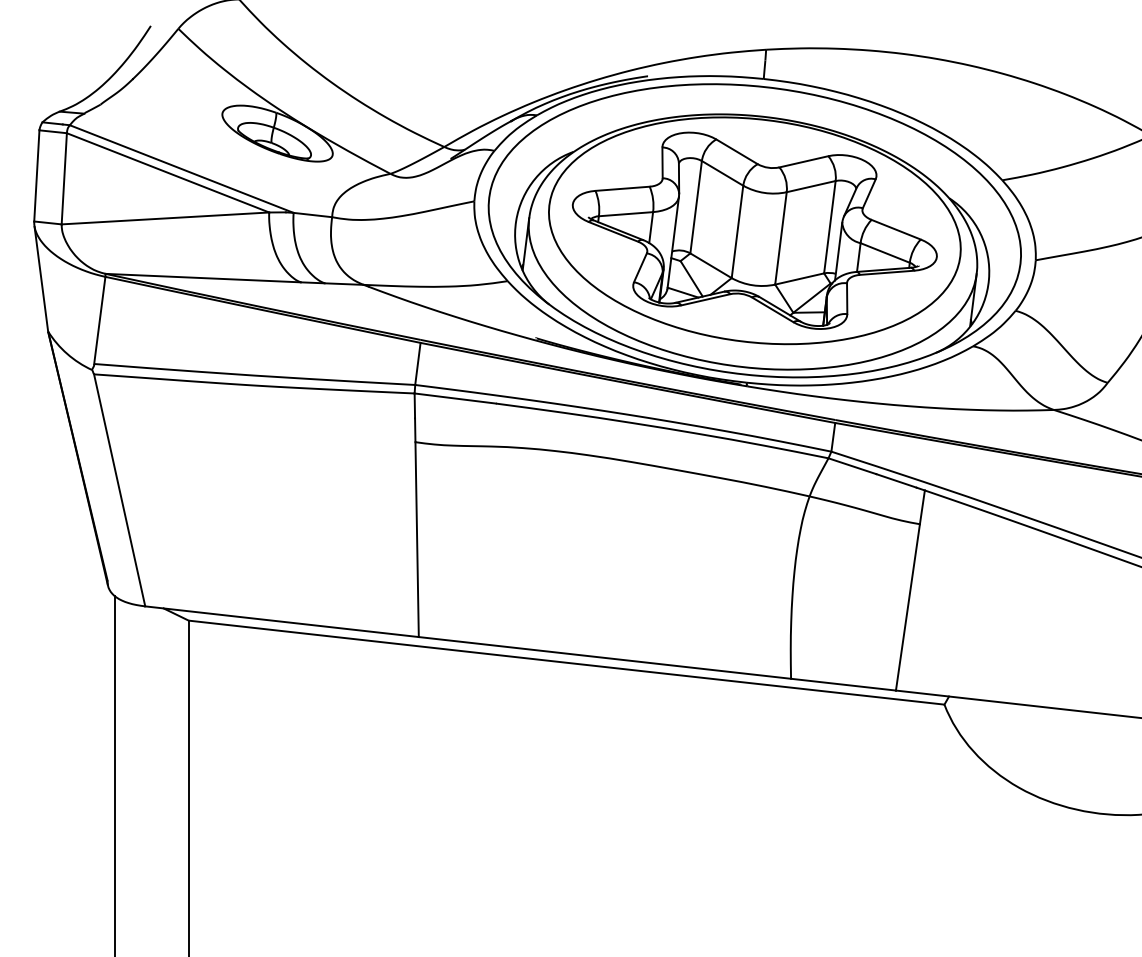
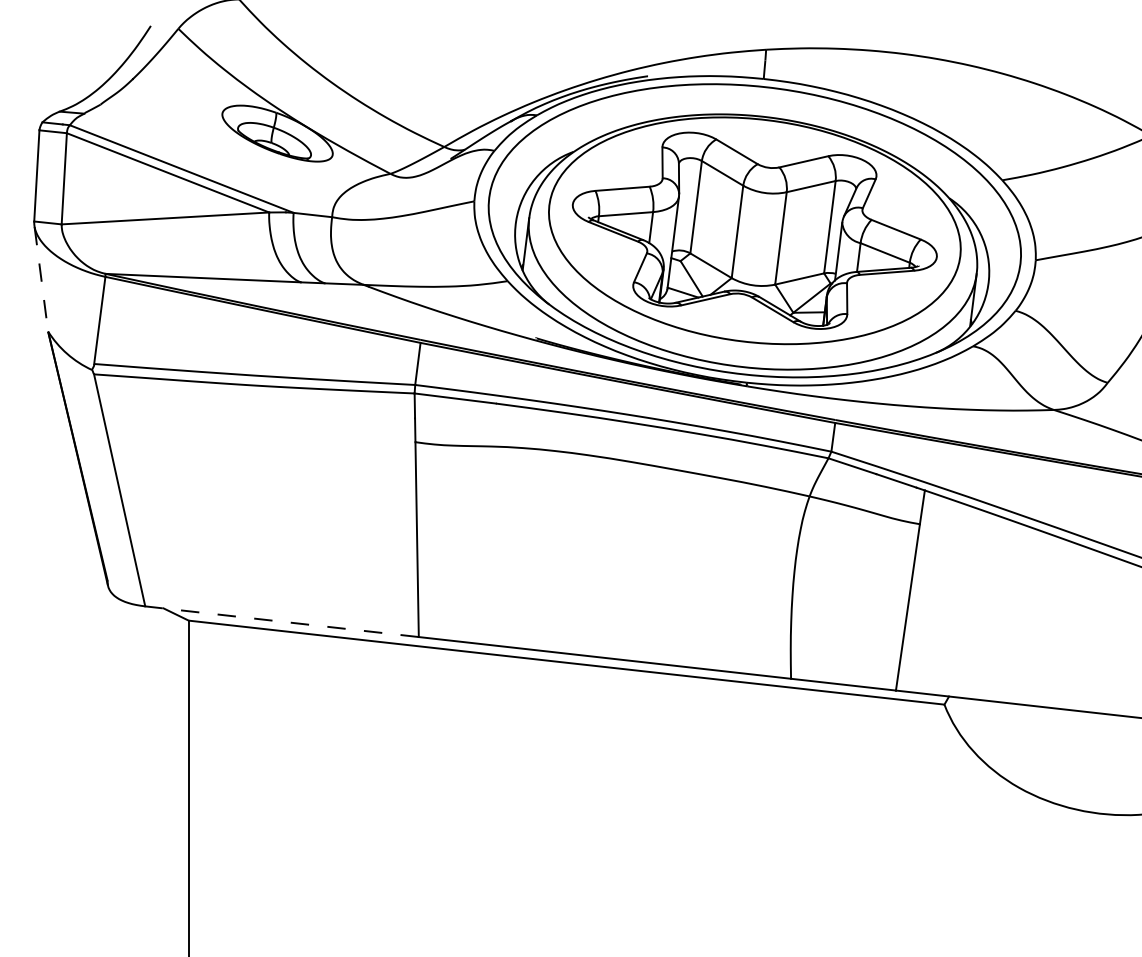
line at (41, 279): solid -> dashed
line at (282, 621): solid -> dashed
line at (115, 774): present -> none
